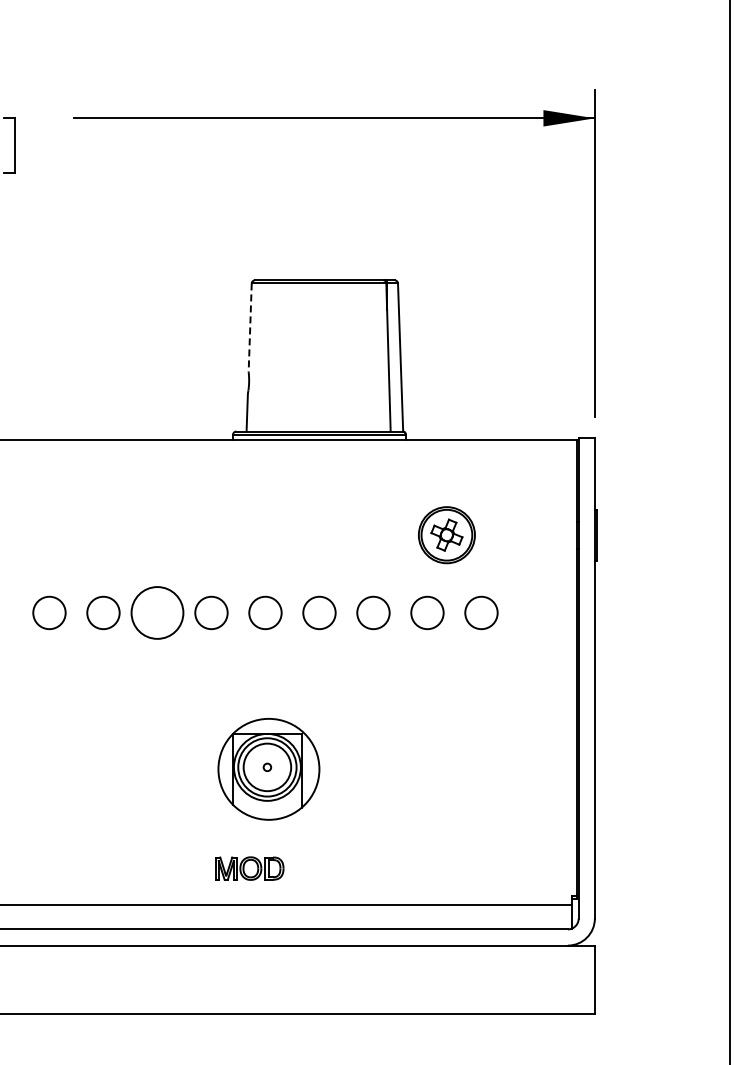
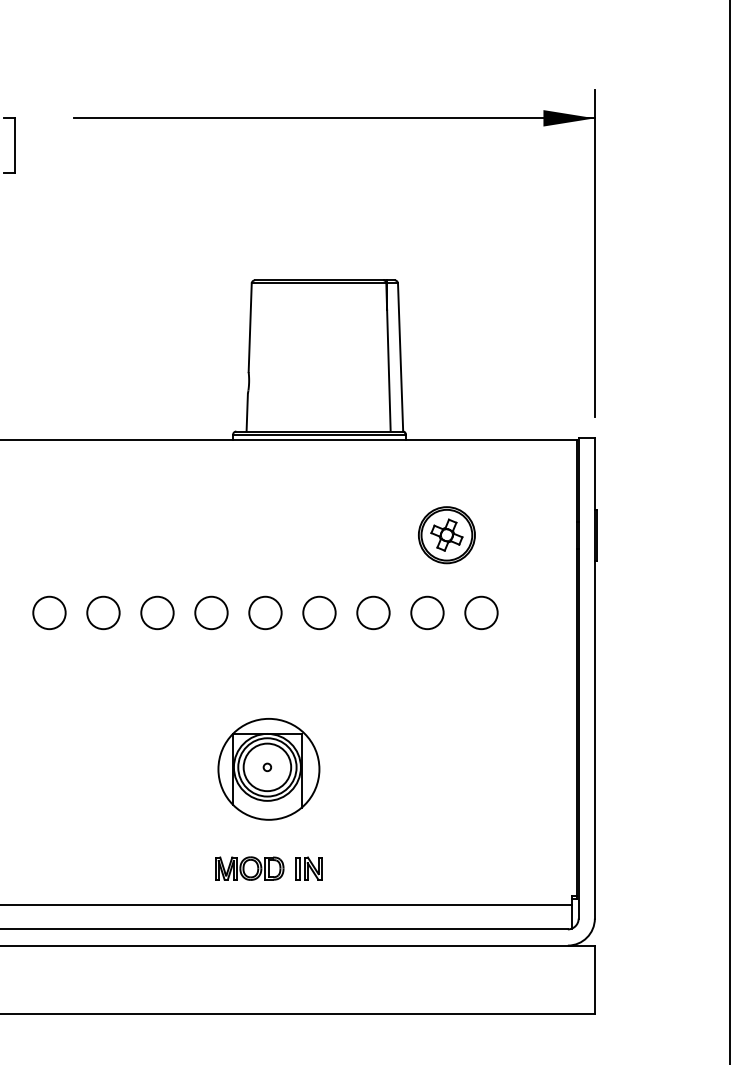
line at (250, 328): dashed -> solid
circle at (157, 612) diameter: 52 px -> 32 px
part at (308, 868): none -> present
